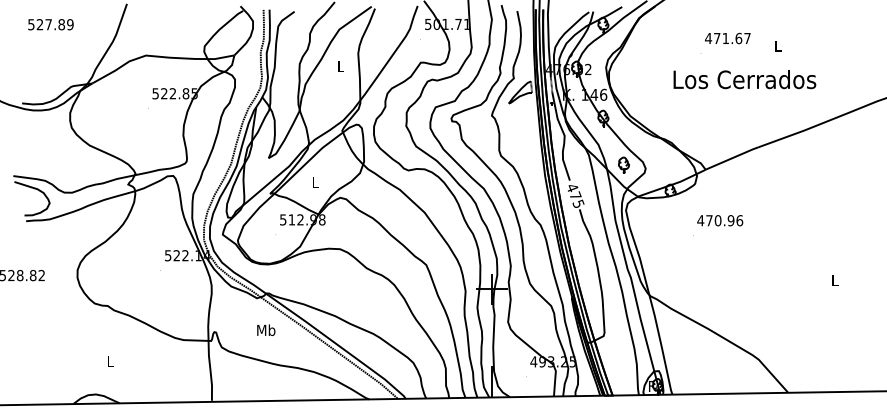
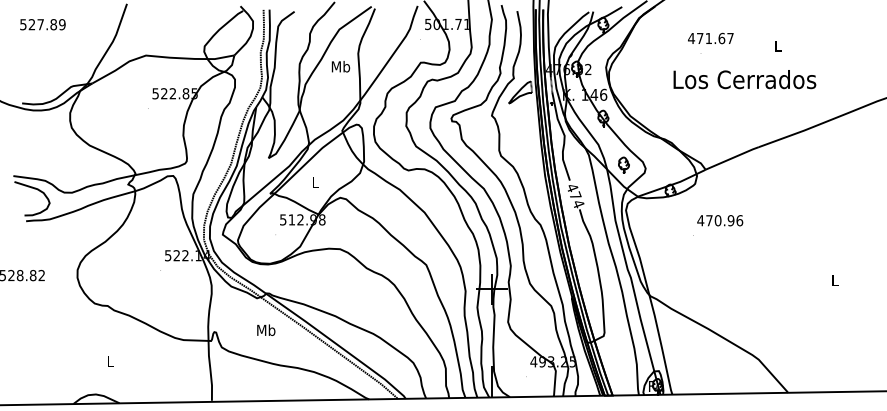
text at (50, 24) position: (50, 24) -> (42, 24)
text at (727, 38) position: (727, 38) -> (710, 38)
text at (340, 66): L -> Mb
text at (578, 203): 475 -> 474
